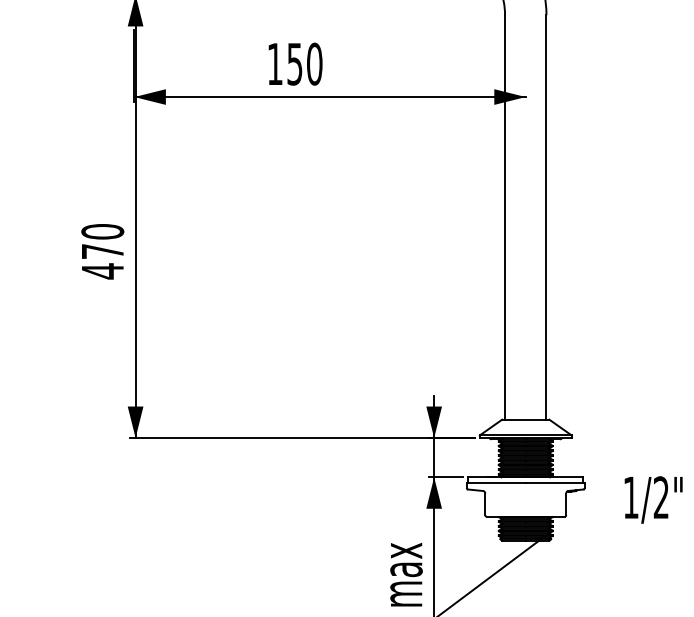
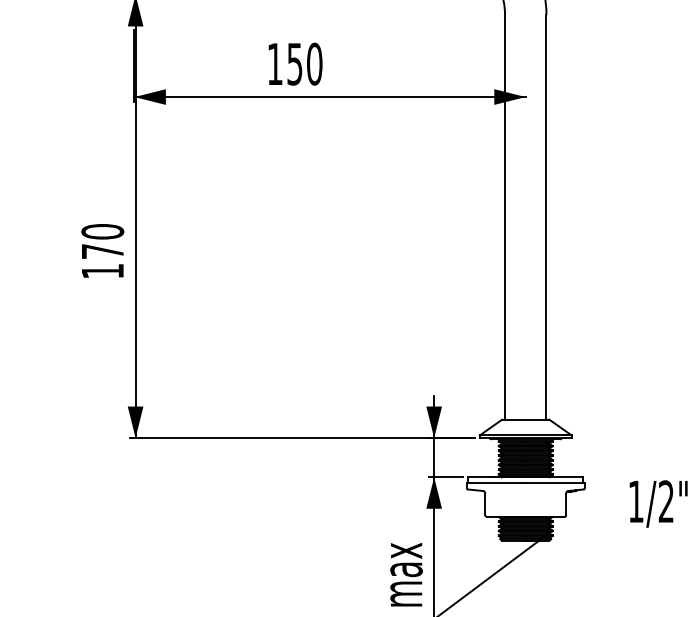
text at (102, 271): 470 -> 170
text at (653, 499) position: (653, 499) -> (658, 503)
